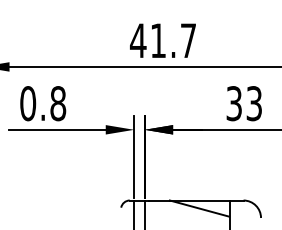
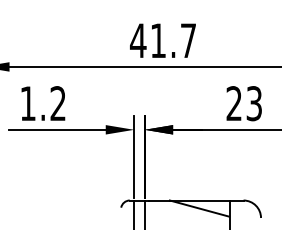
text at (43, 103): 0.8 -> 1.2
text at (233, 103): 33 -> 23
